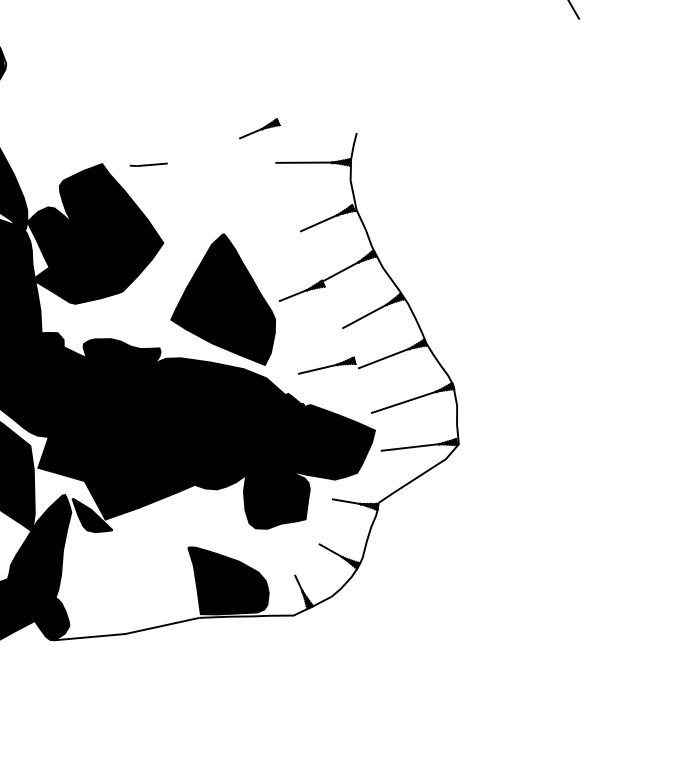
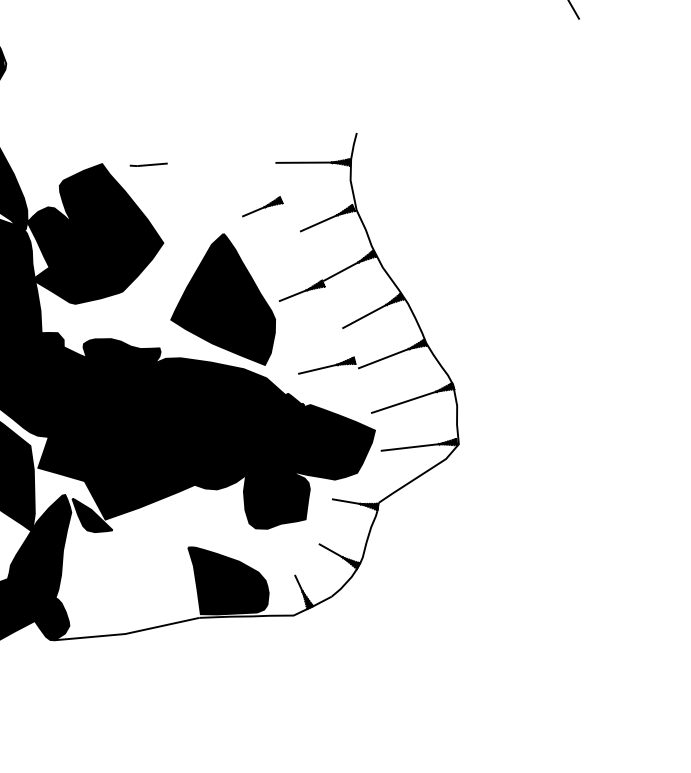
curve at (260, 128) position: (260, 128) -> (263, 206)
